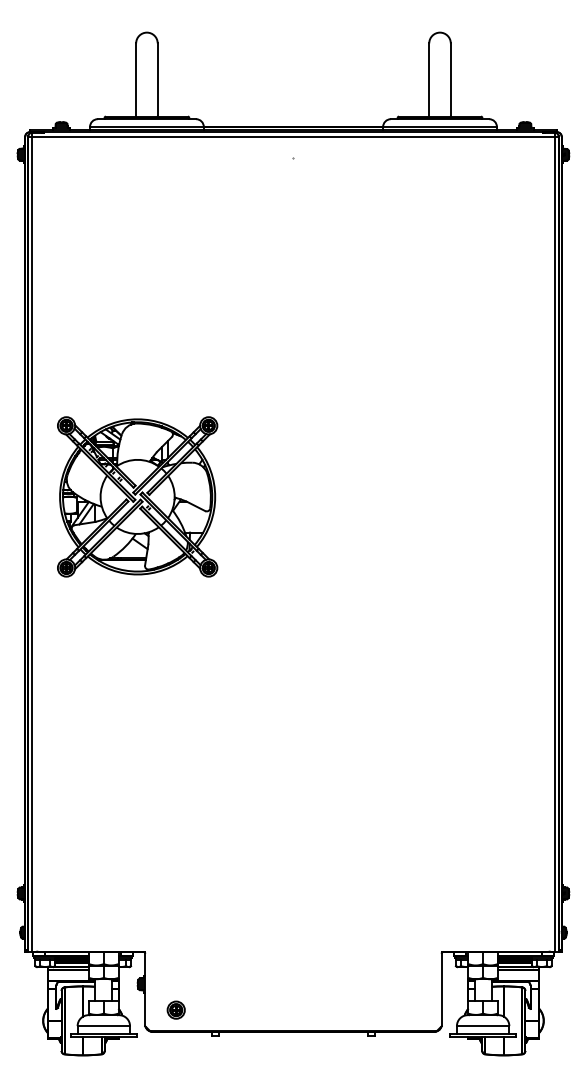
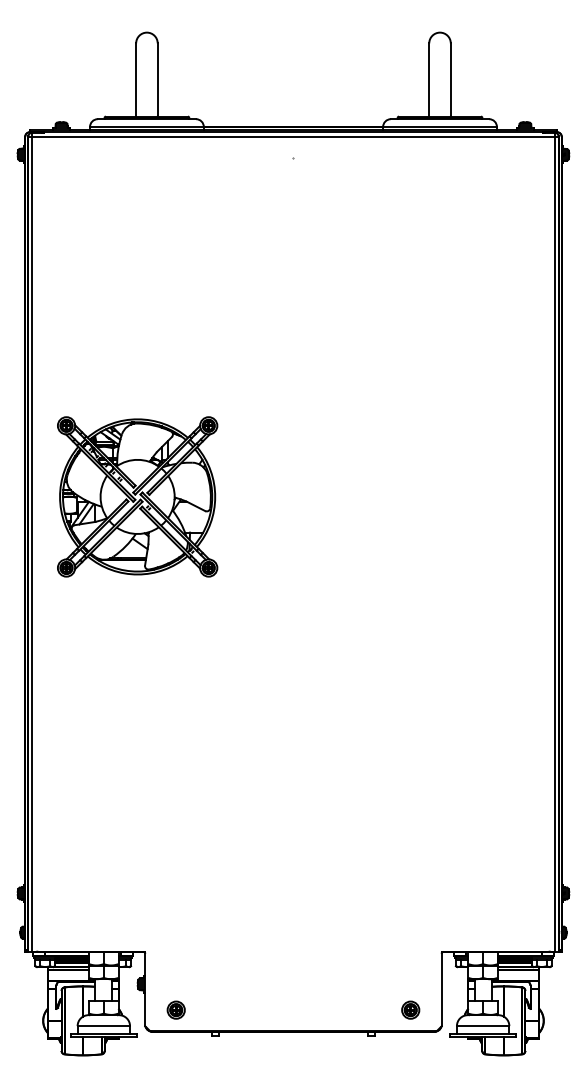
part at (410, 1009): none -> present
